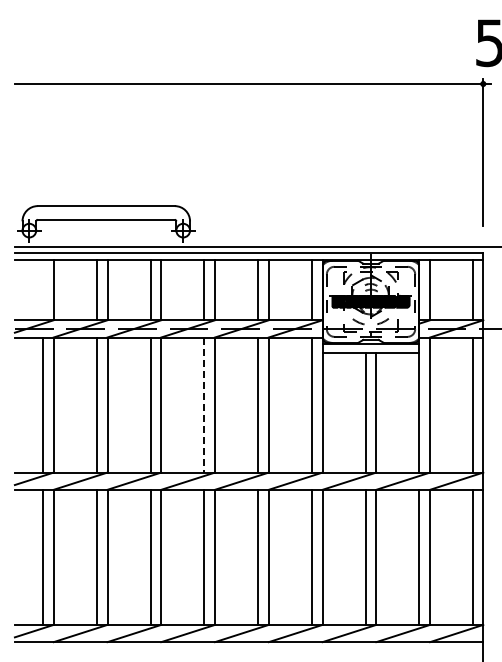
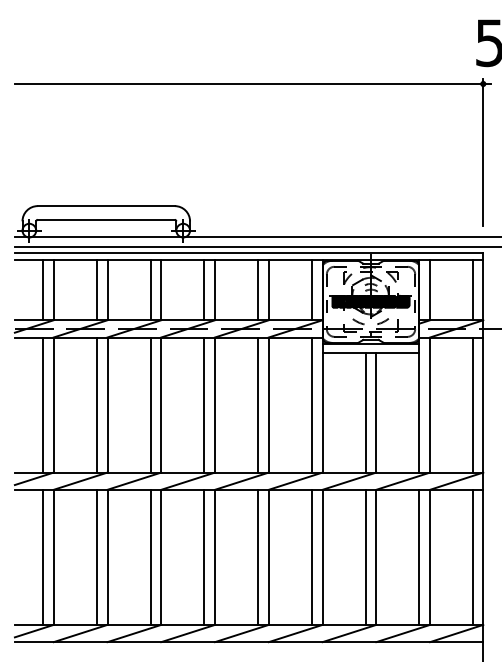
line at (256, 237): none -> present
line at (43, 289): none -> present
line at (204, 405): dashed -> solid
